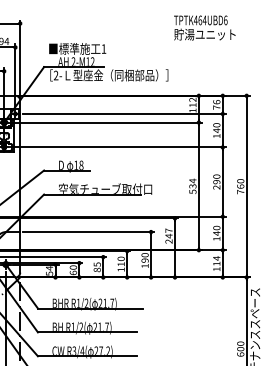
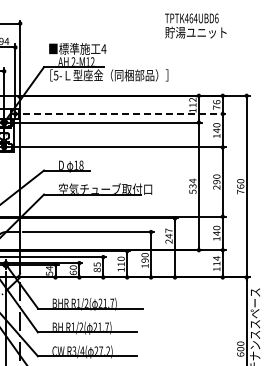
text at (204, 27) position: (204, 27) -> (195, 25)
text at (103, 48): 1 -> 4
text at (56, 75): 2- -> 5-
line at (124, 113): solid -> dashed
